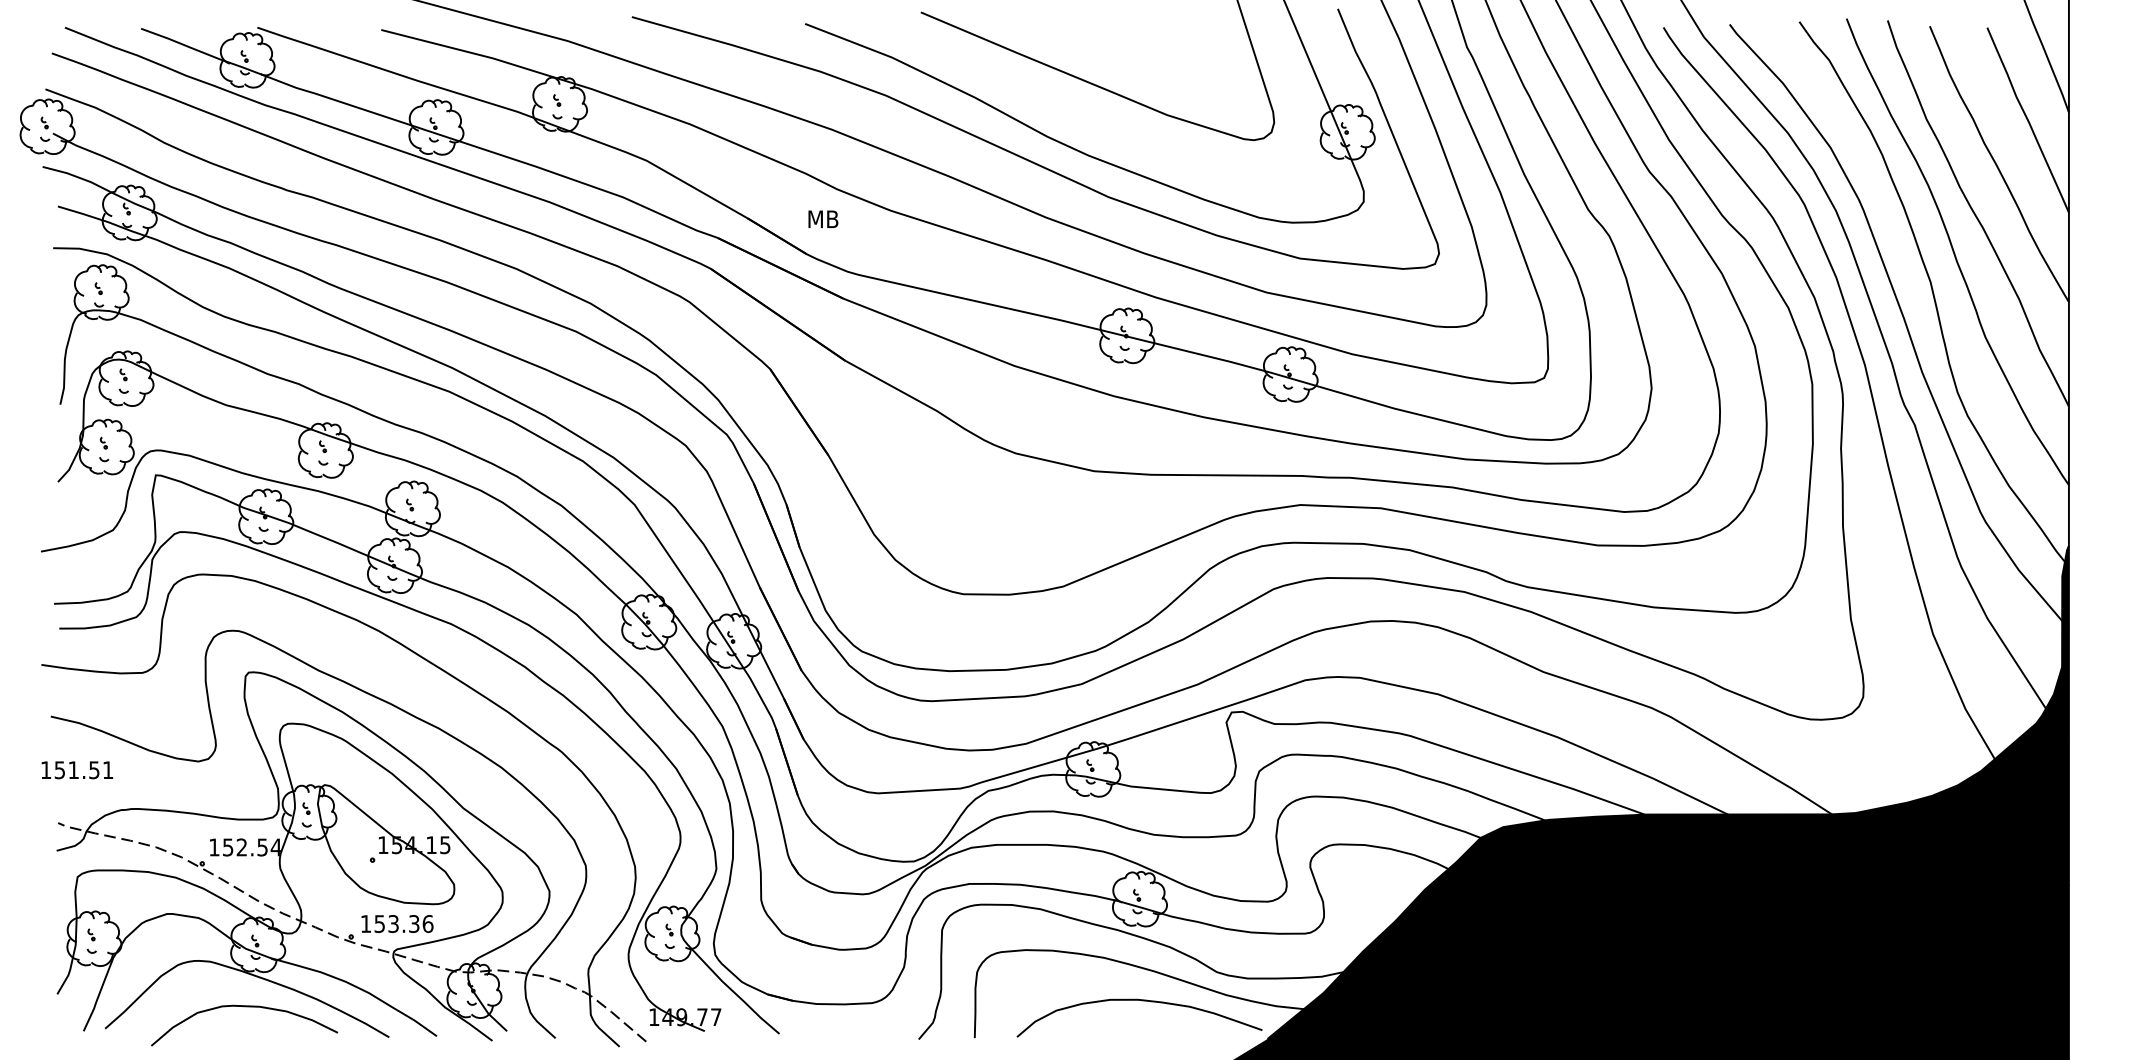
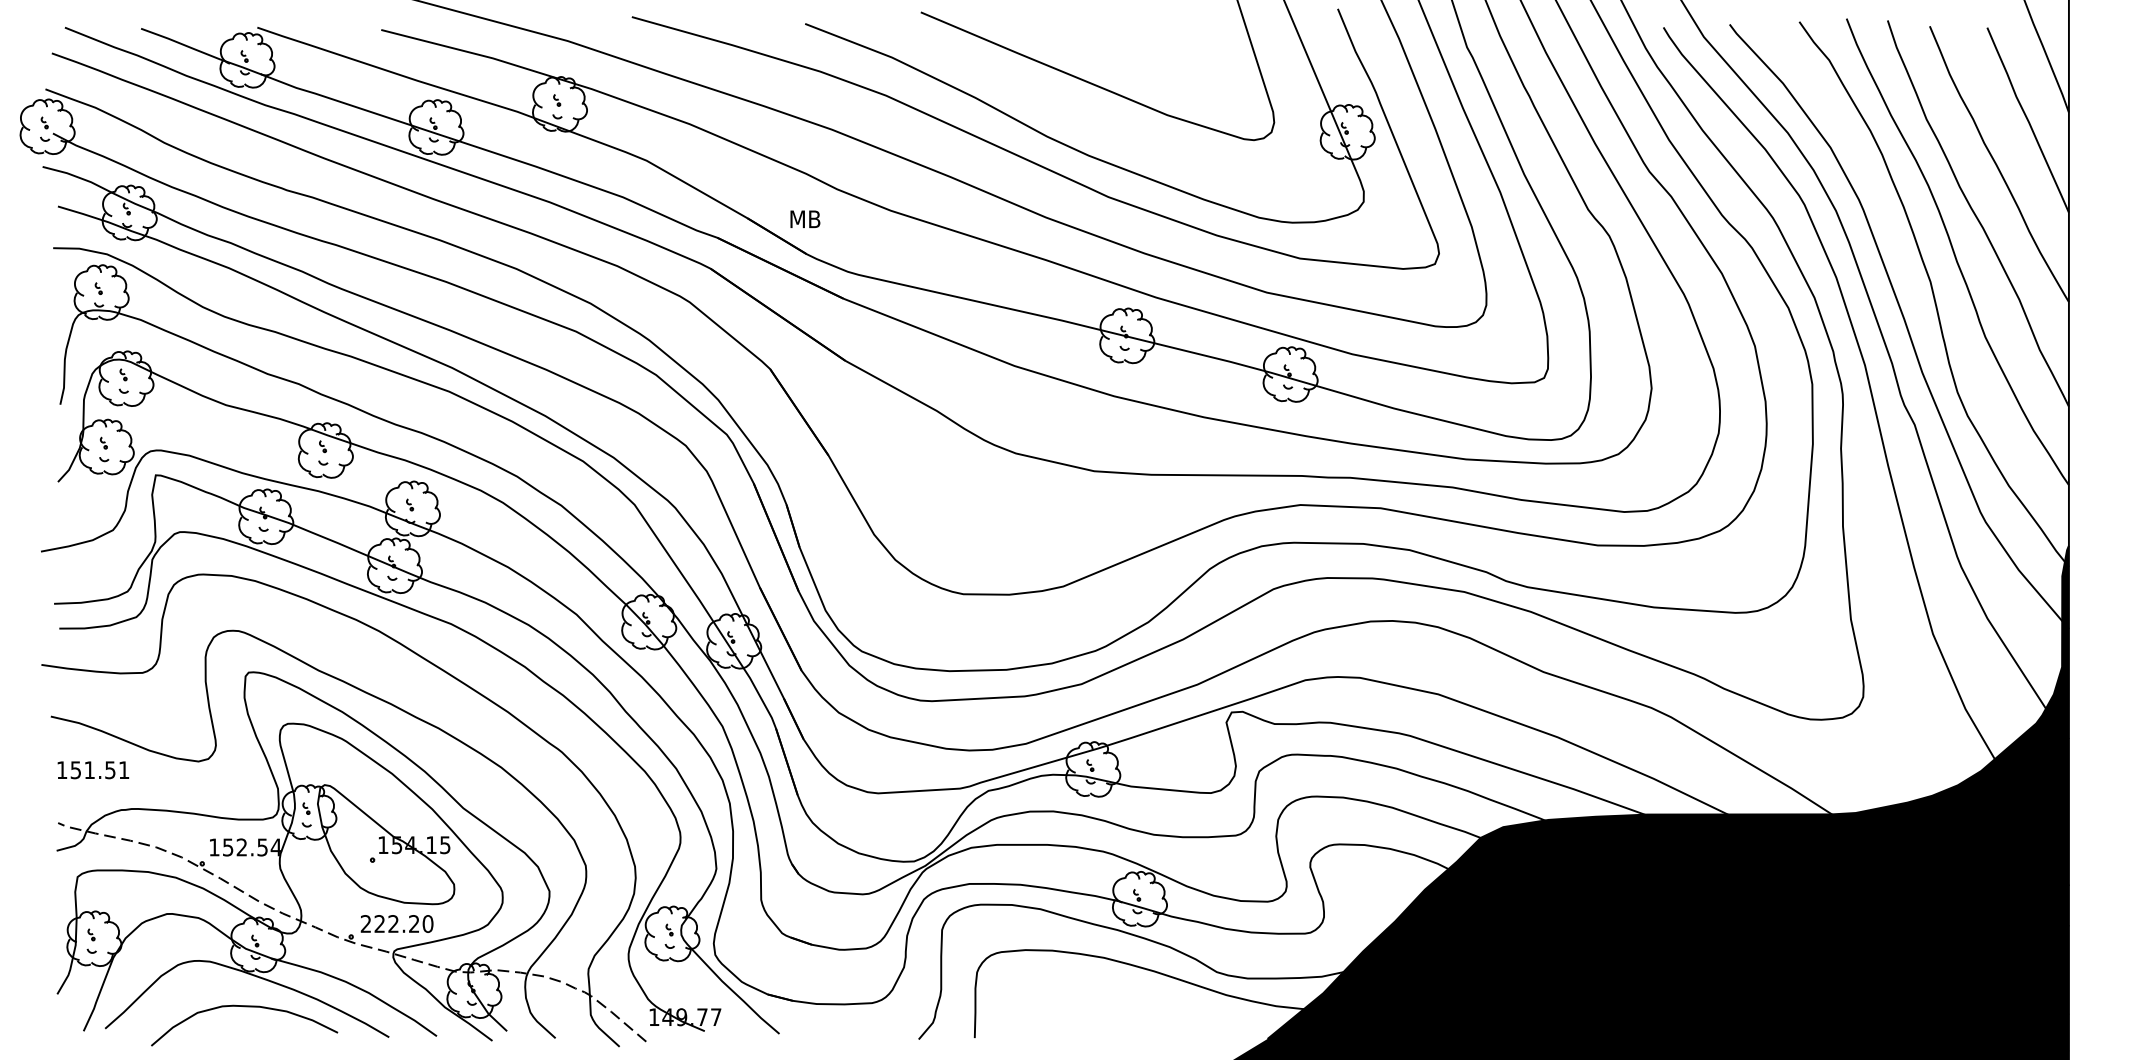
text at (823, 218) position: (823, 218) -> (805, 218)
text at (77, 770) position: (77, 770) -> (93, 770)
text at (396, 924): 153.36 -> 222.20
curve at (1141, 1001): present -> none
